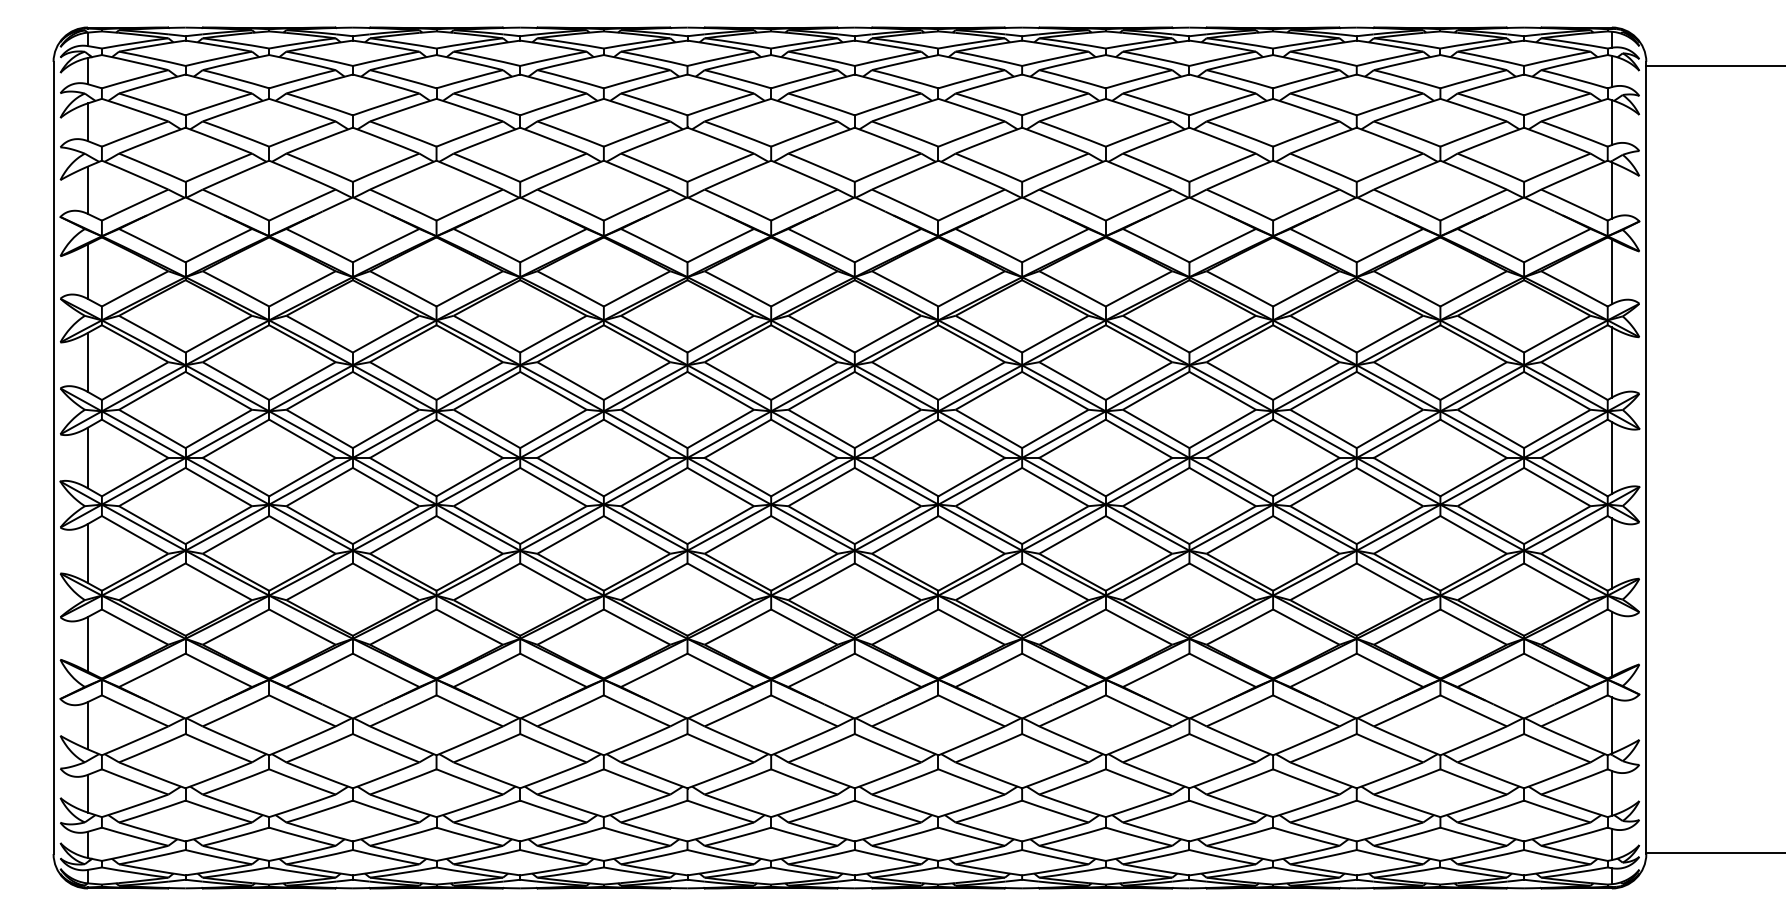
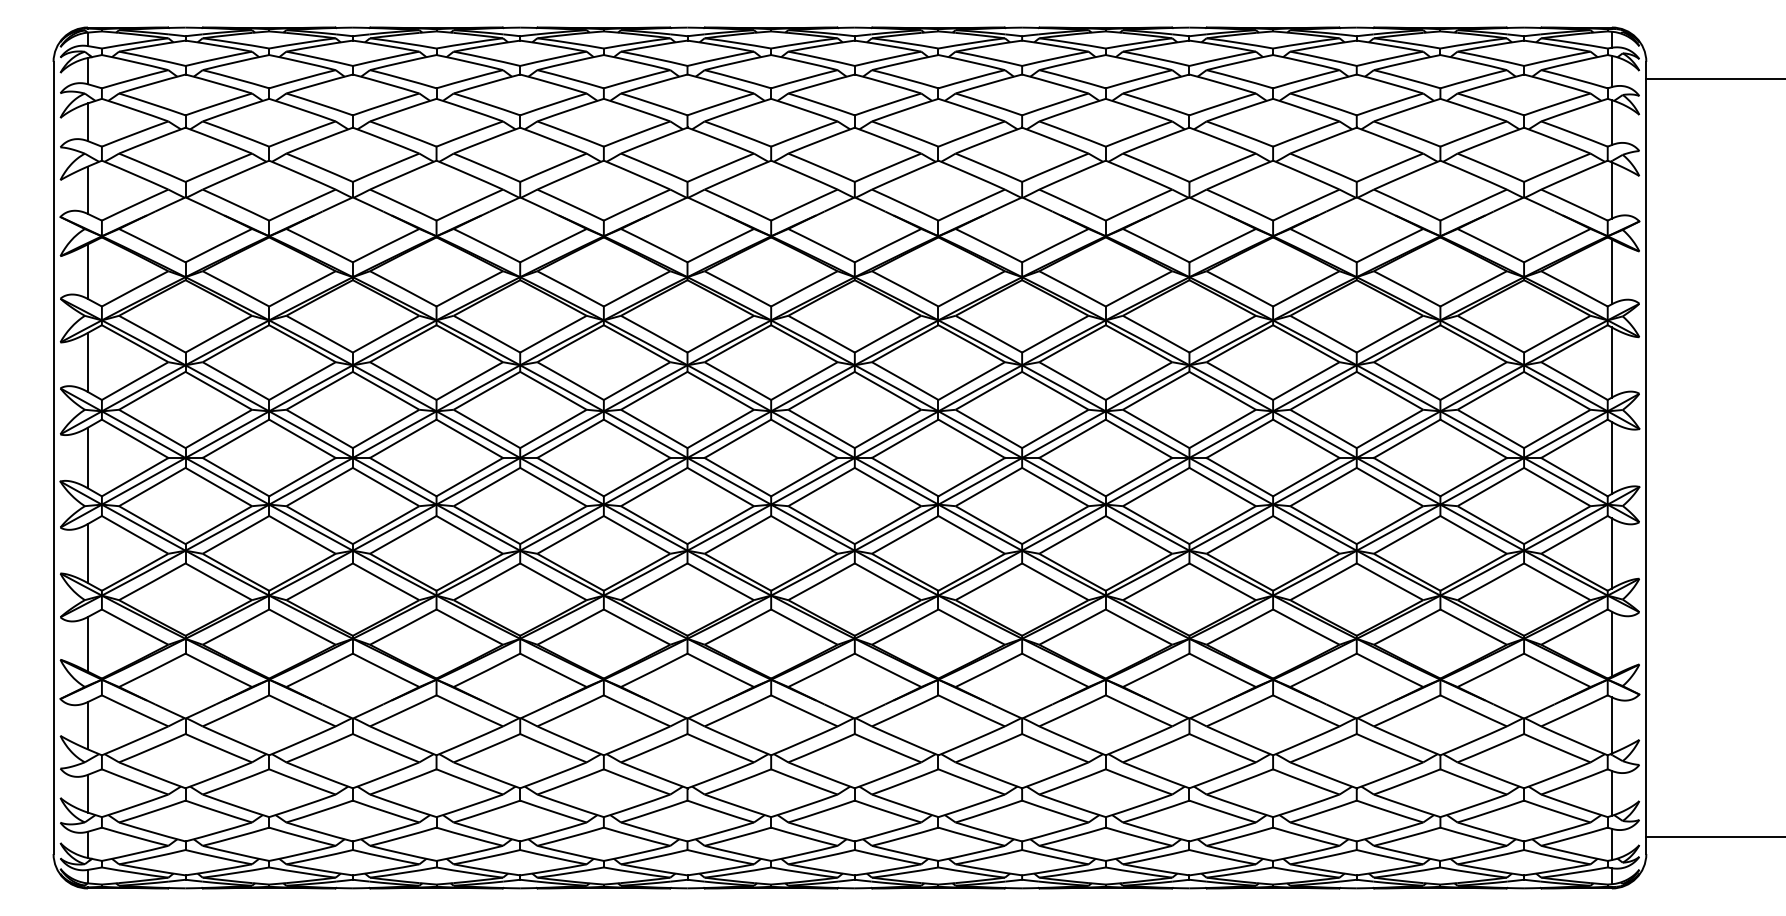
line at (1714, 66) position: (1714, 66) -> (1714, 79)
line at (1714, 852) position: (1714, 852) -> (1714, 836)
